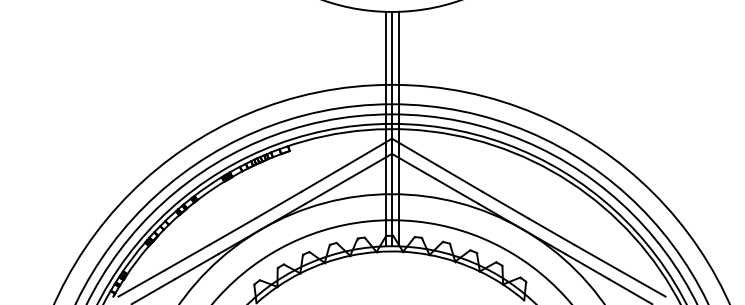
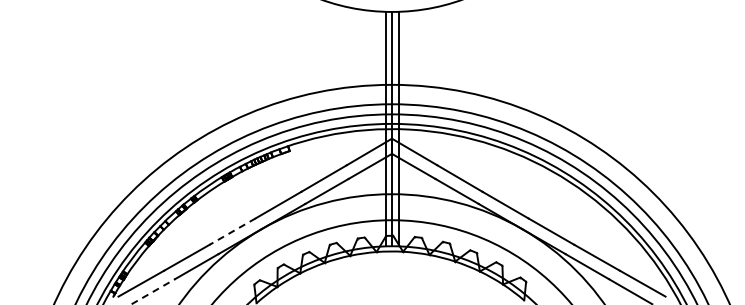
line at (232, 231): solid -> dashed
line at (153, 291): solid -> dashed
